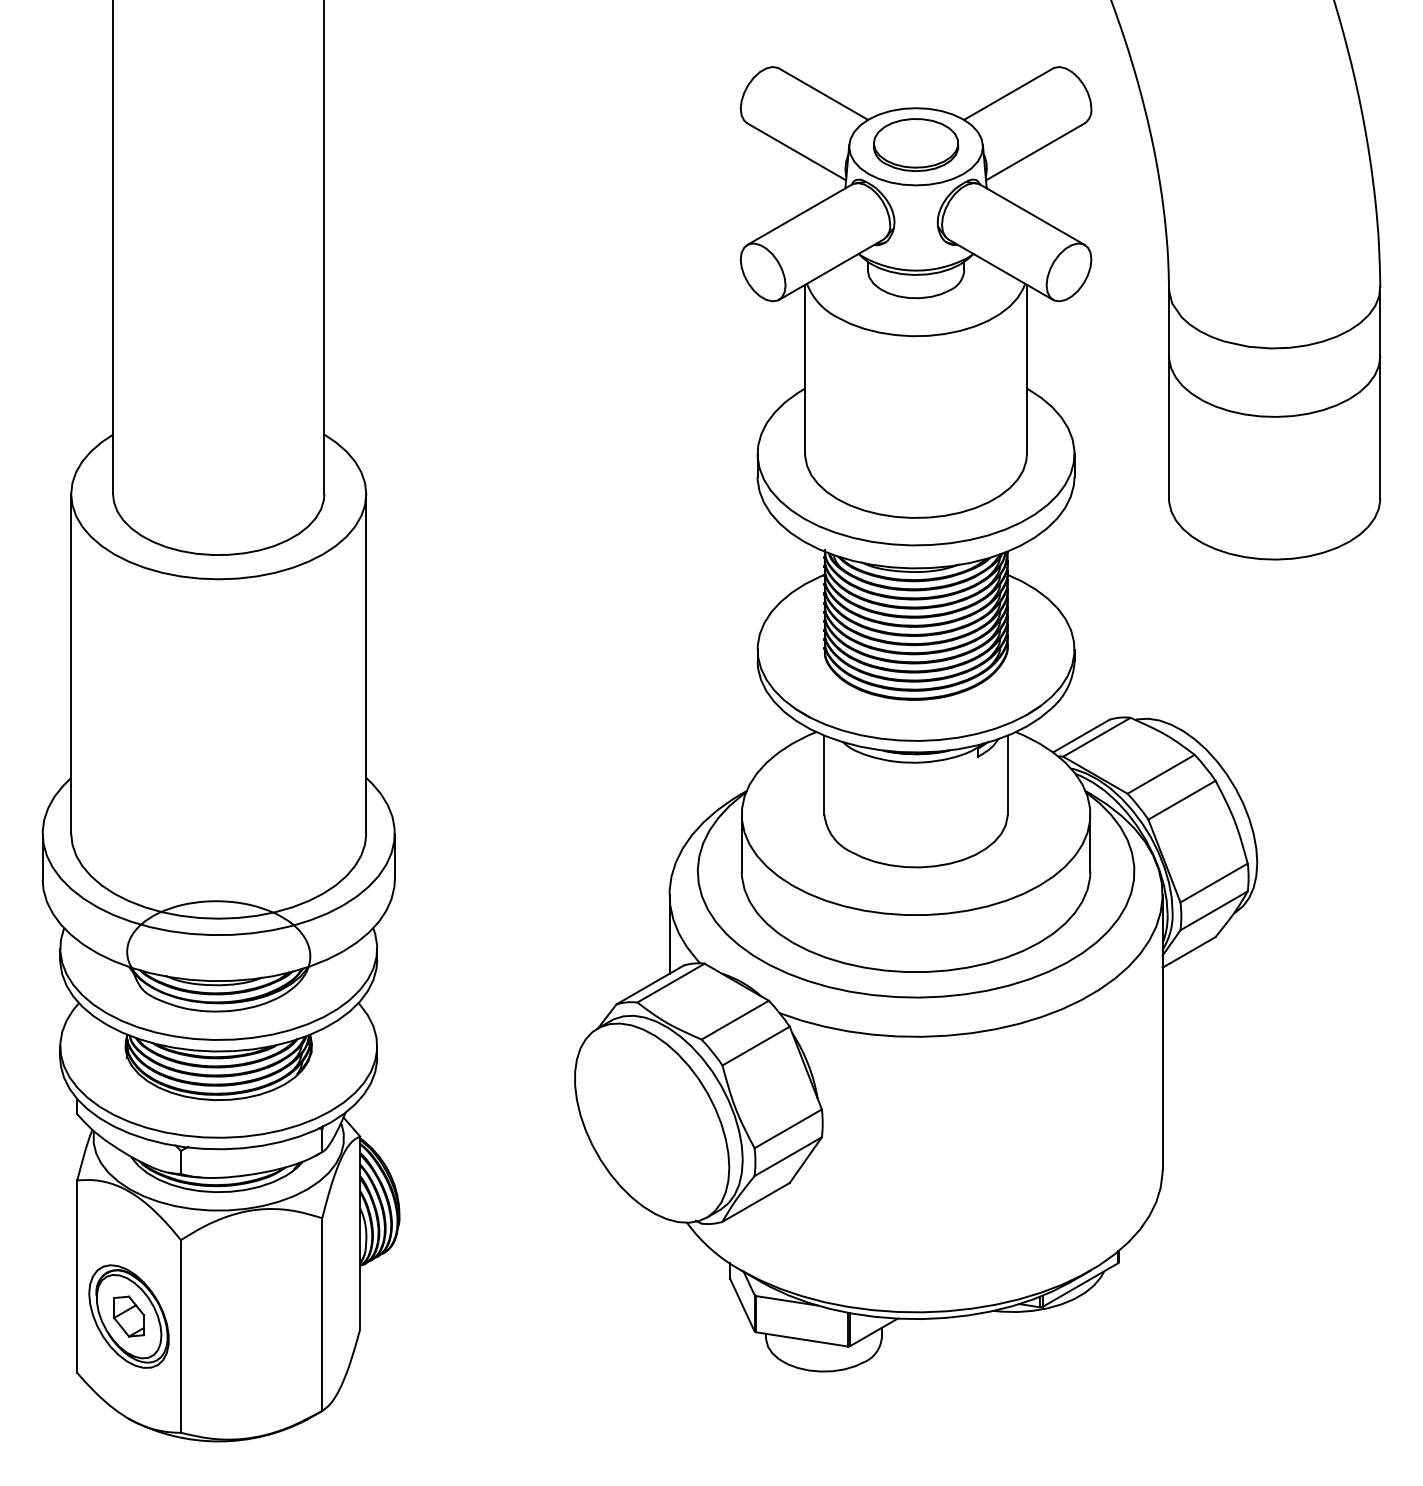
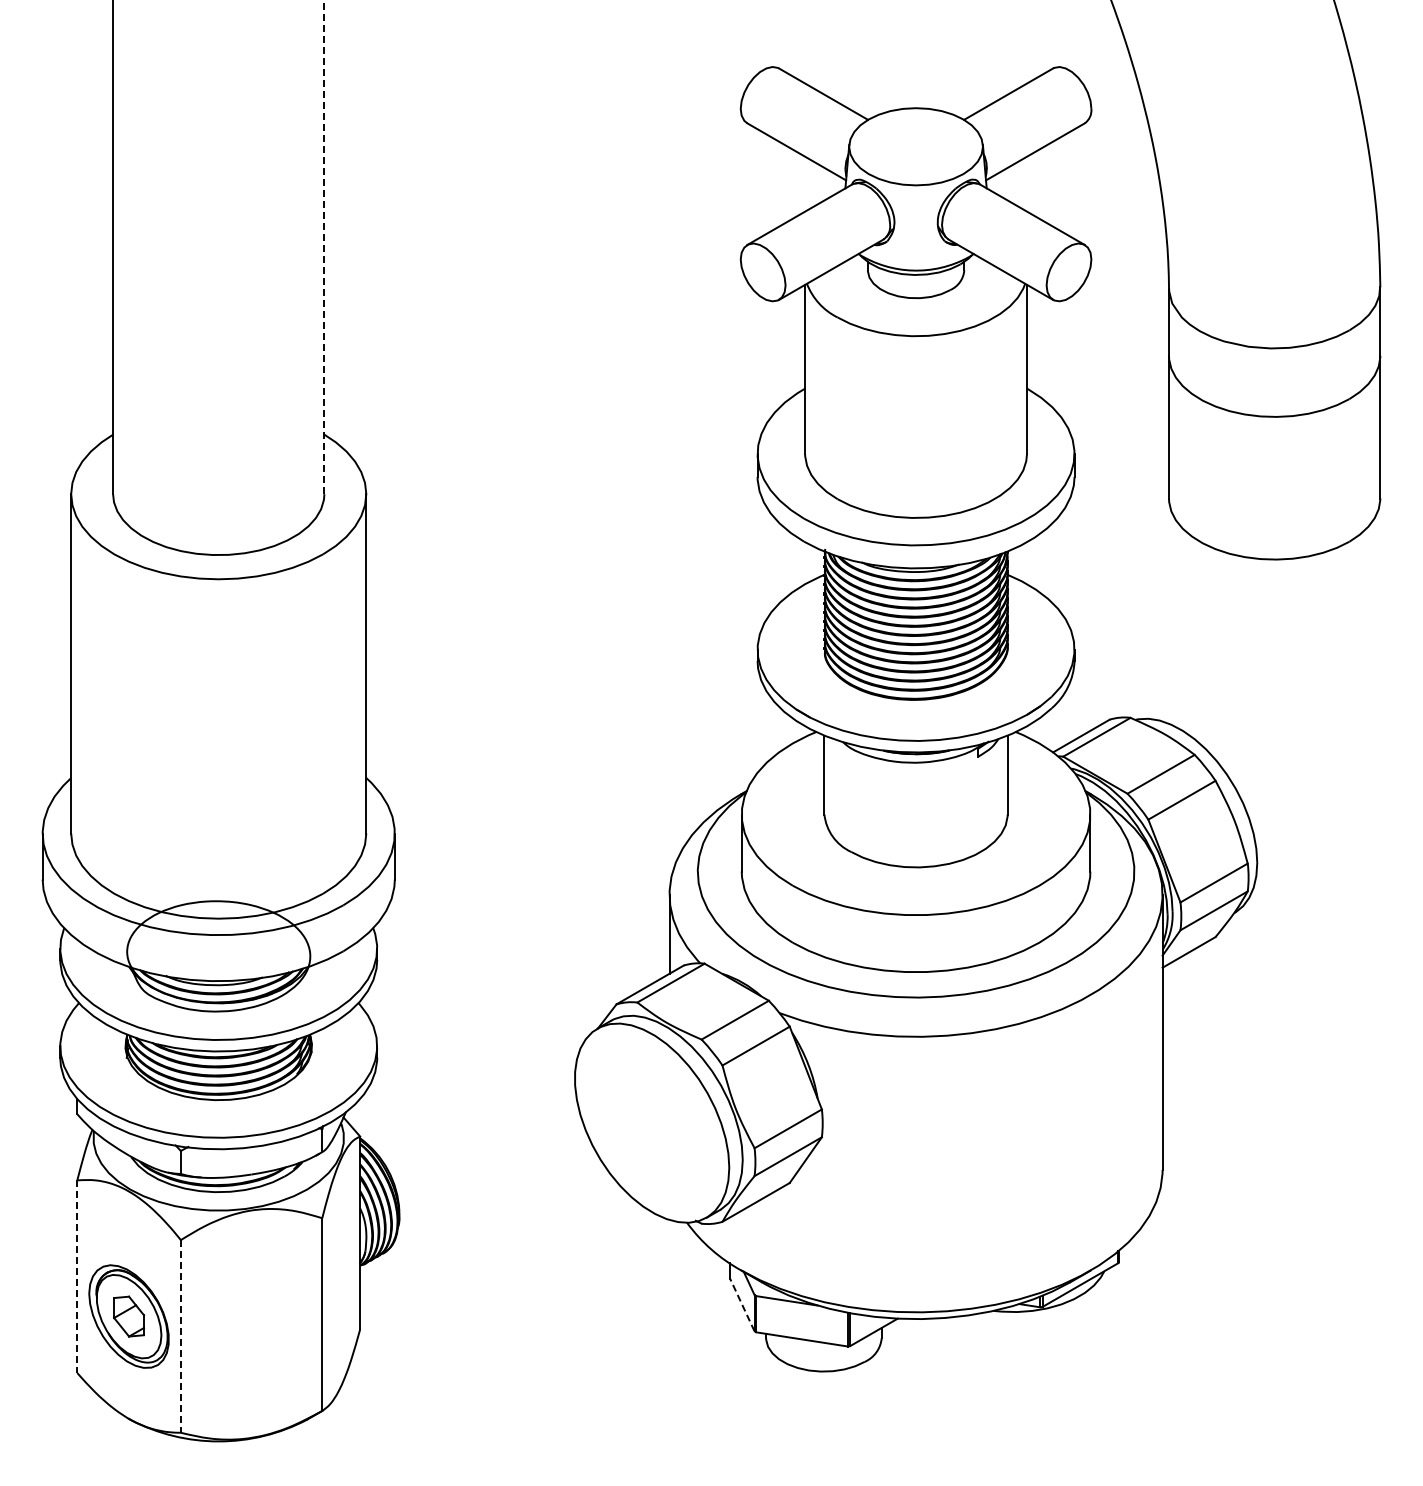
part at (916, 144): present -> none
line at (324, 247): solid -> dashed
line at (77, 1277): solid -> dashed
line at (742, 1304): solid -> dashed
line at (180, 1336): solid -> dashed
